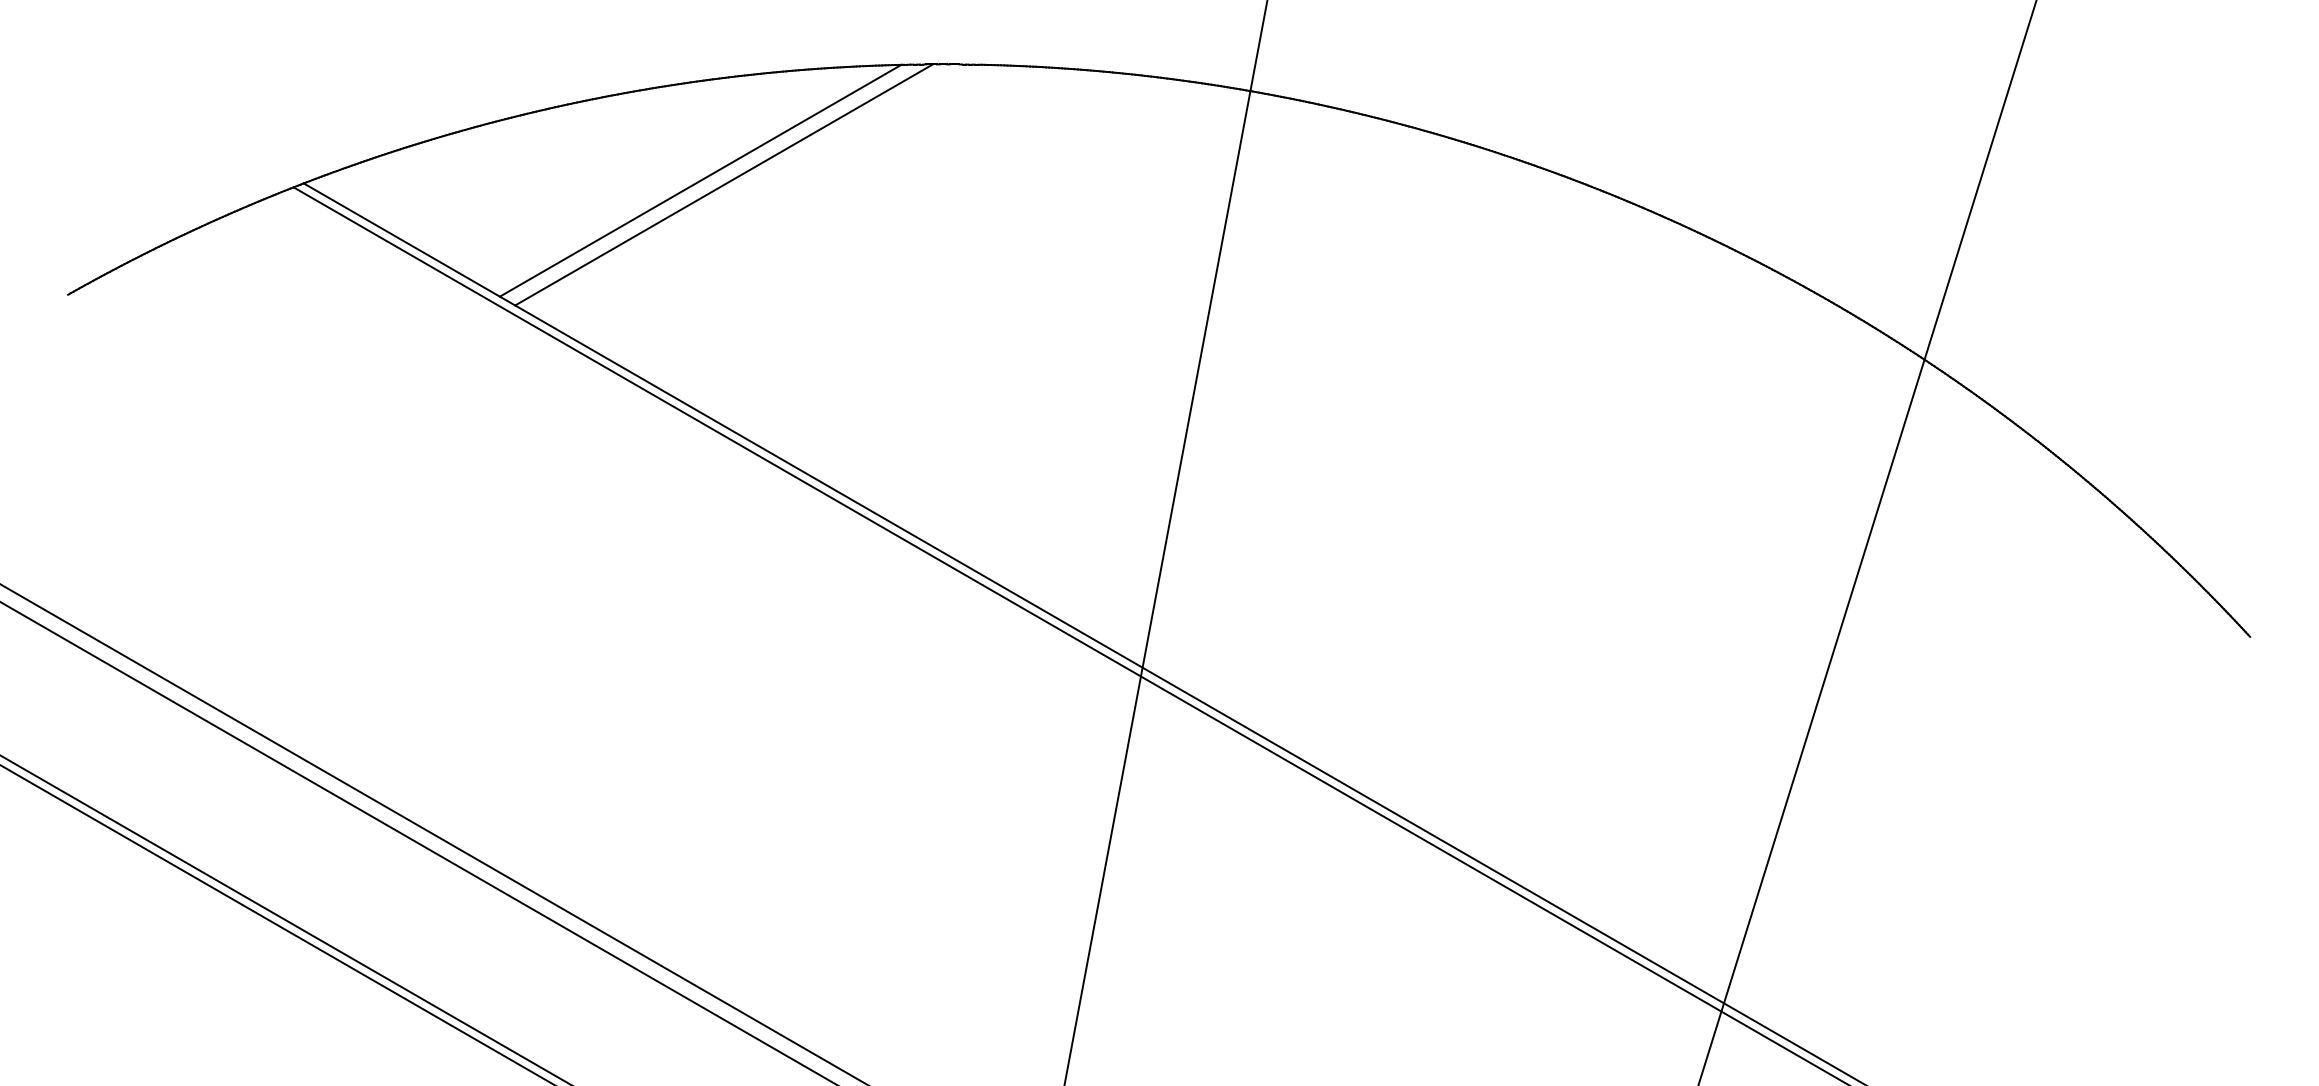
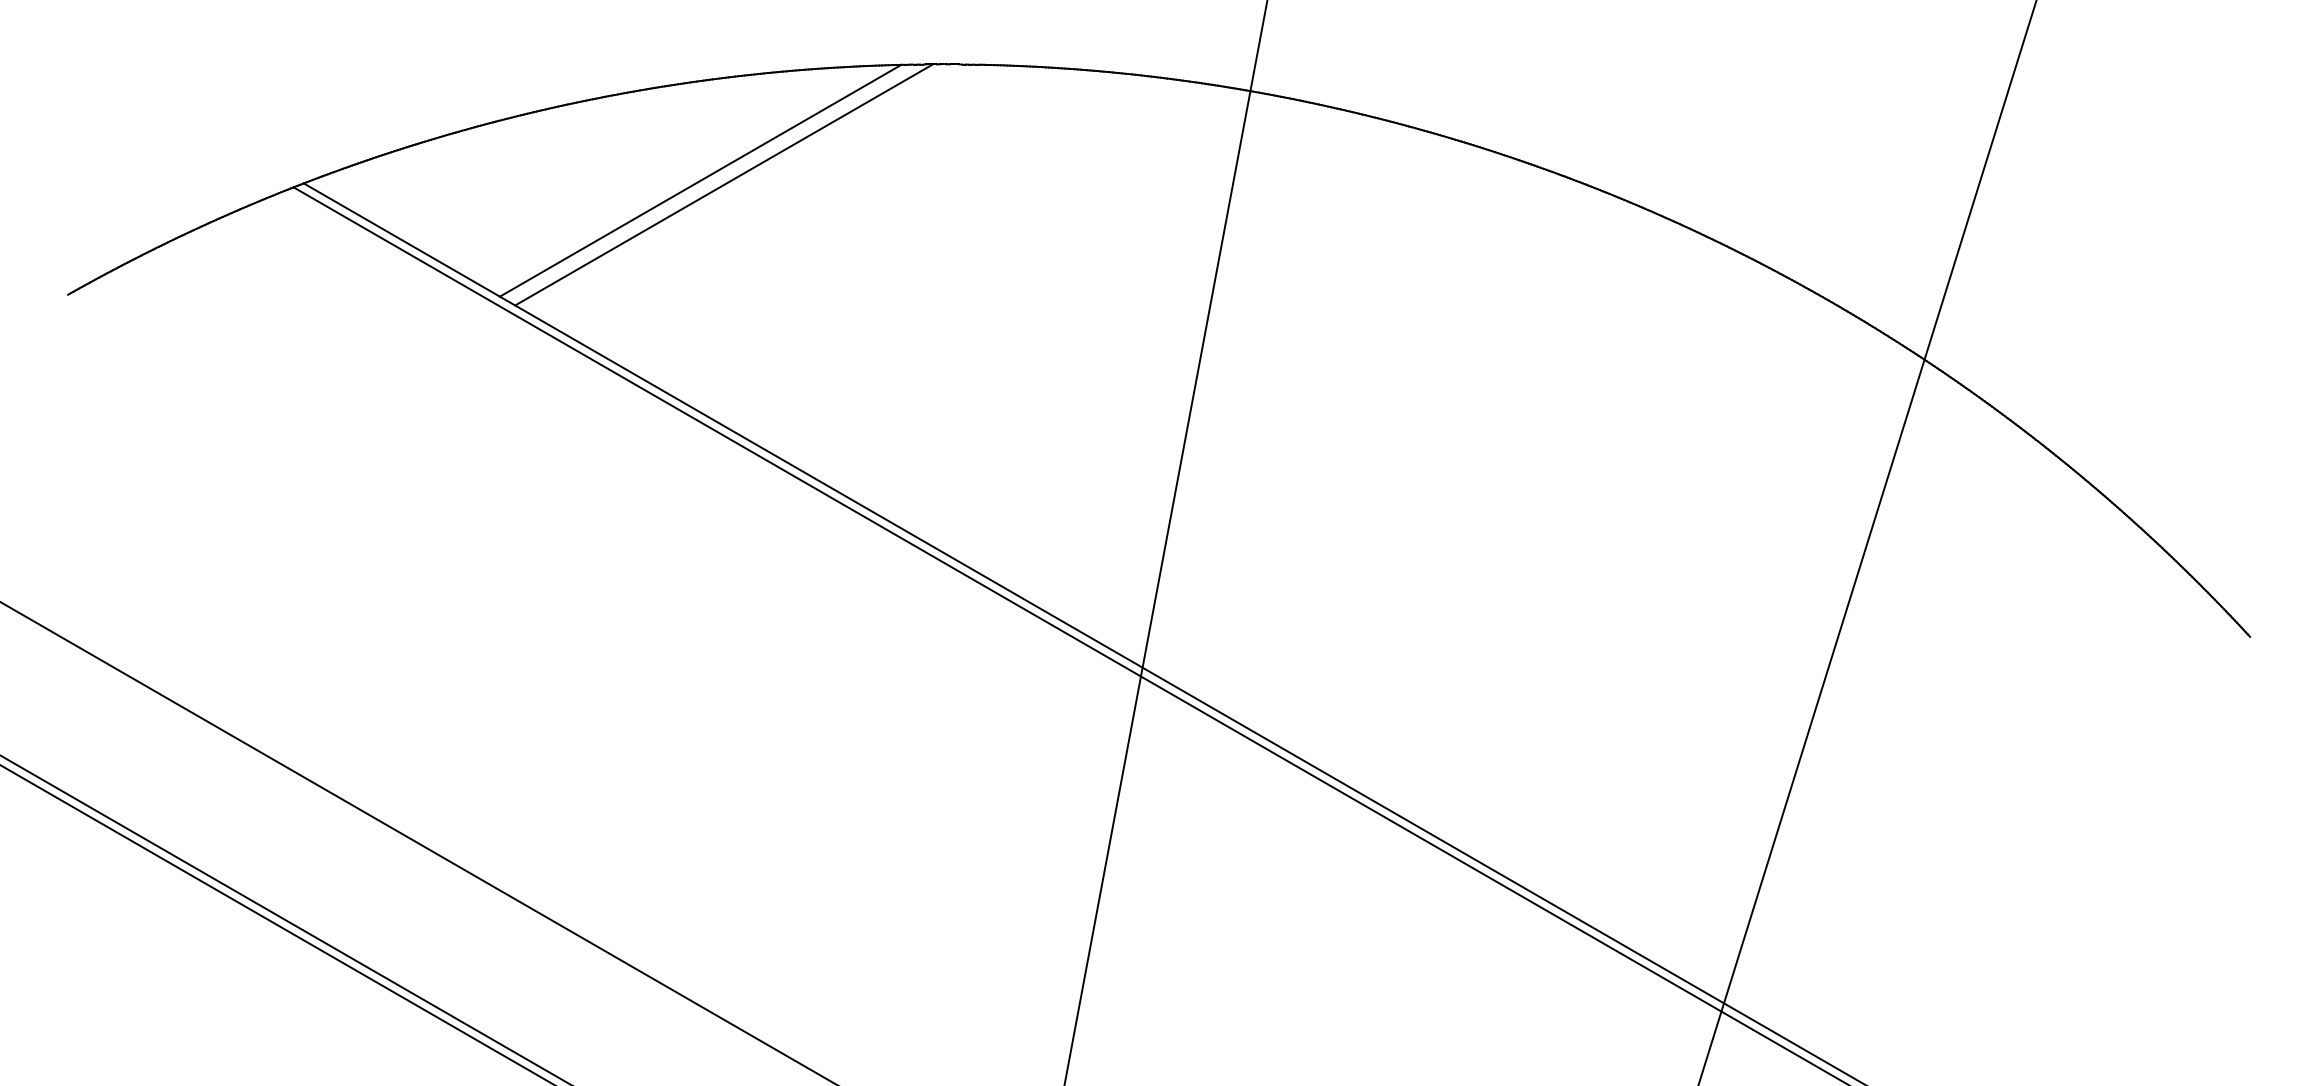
line at (432, 833): present -> none
